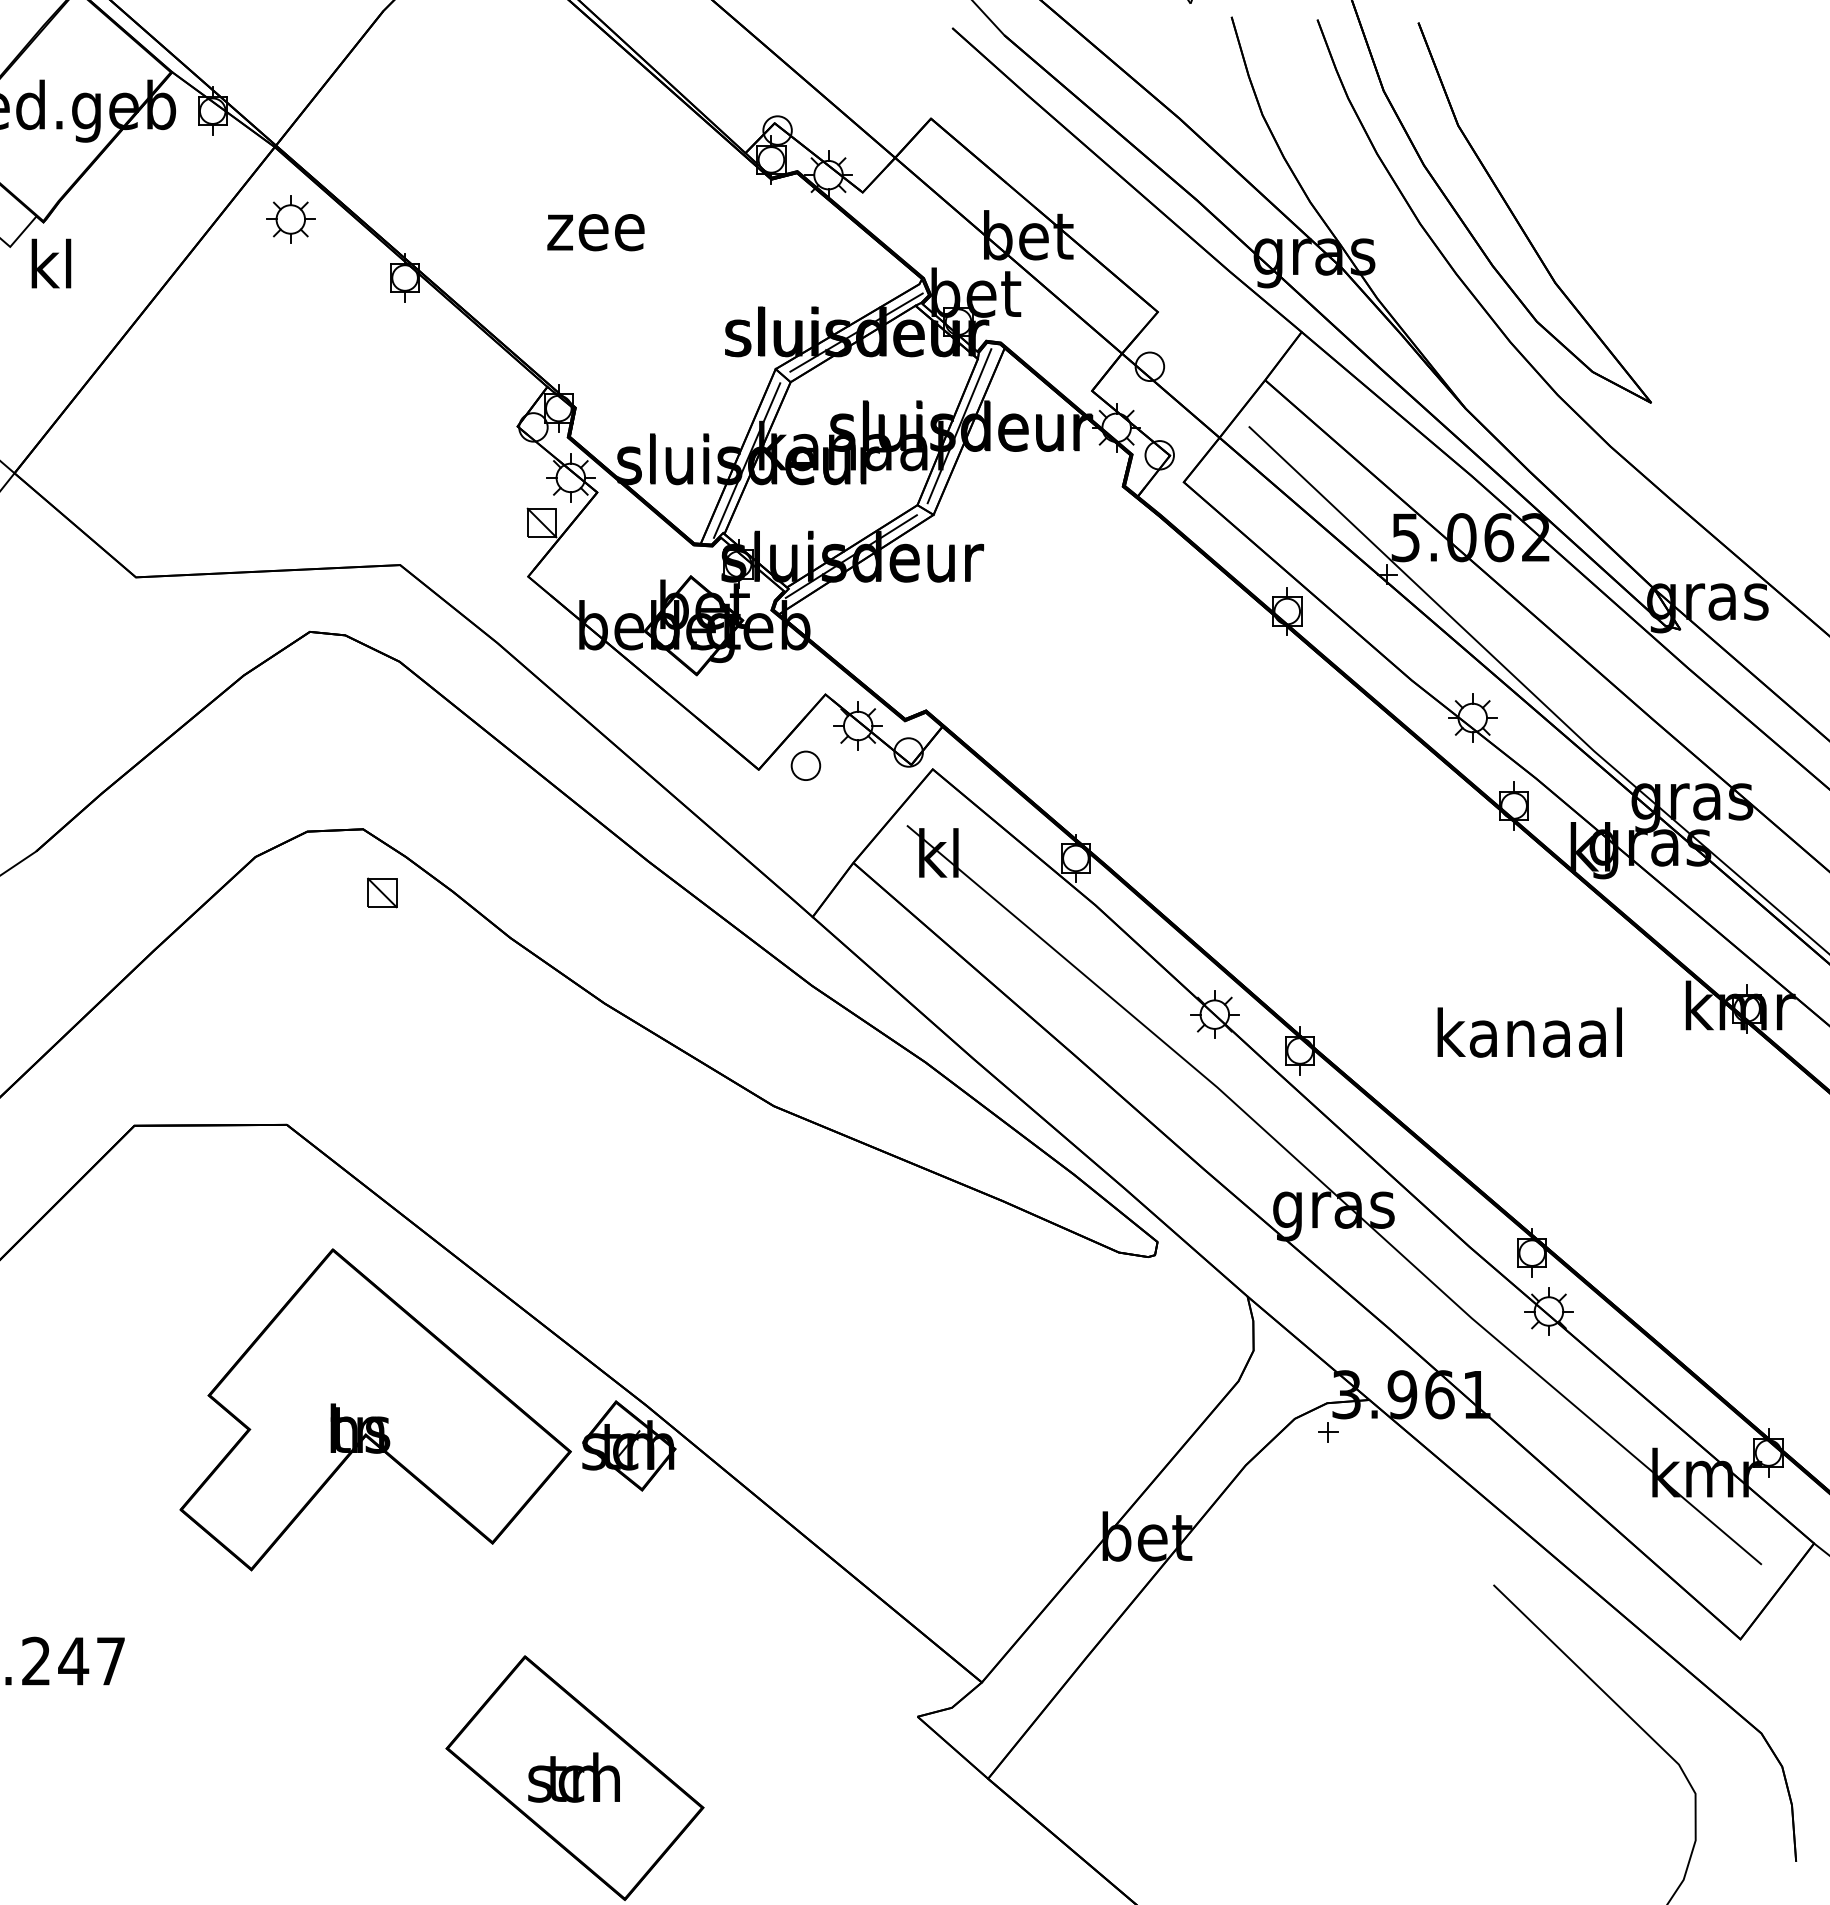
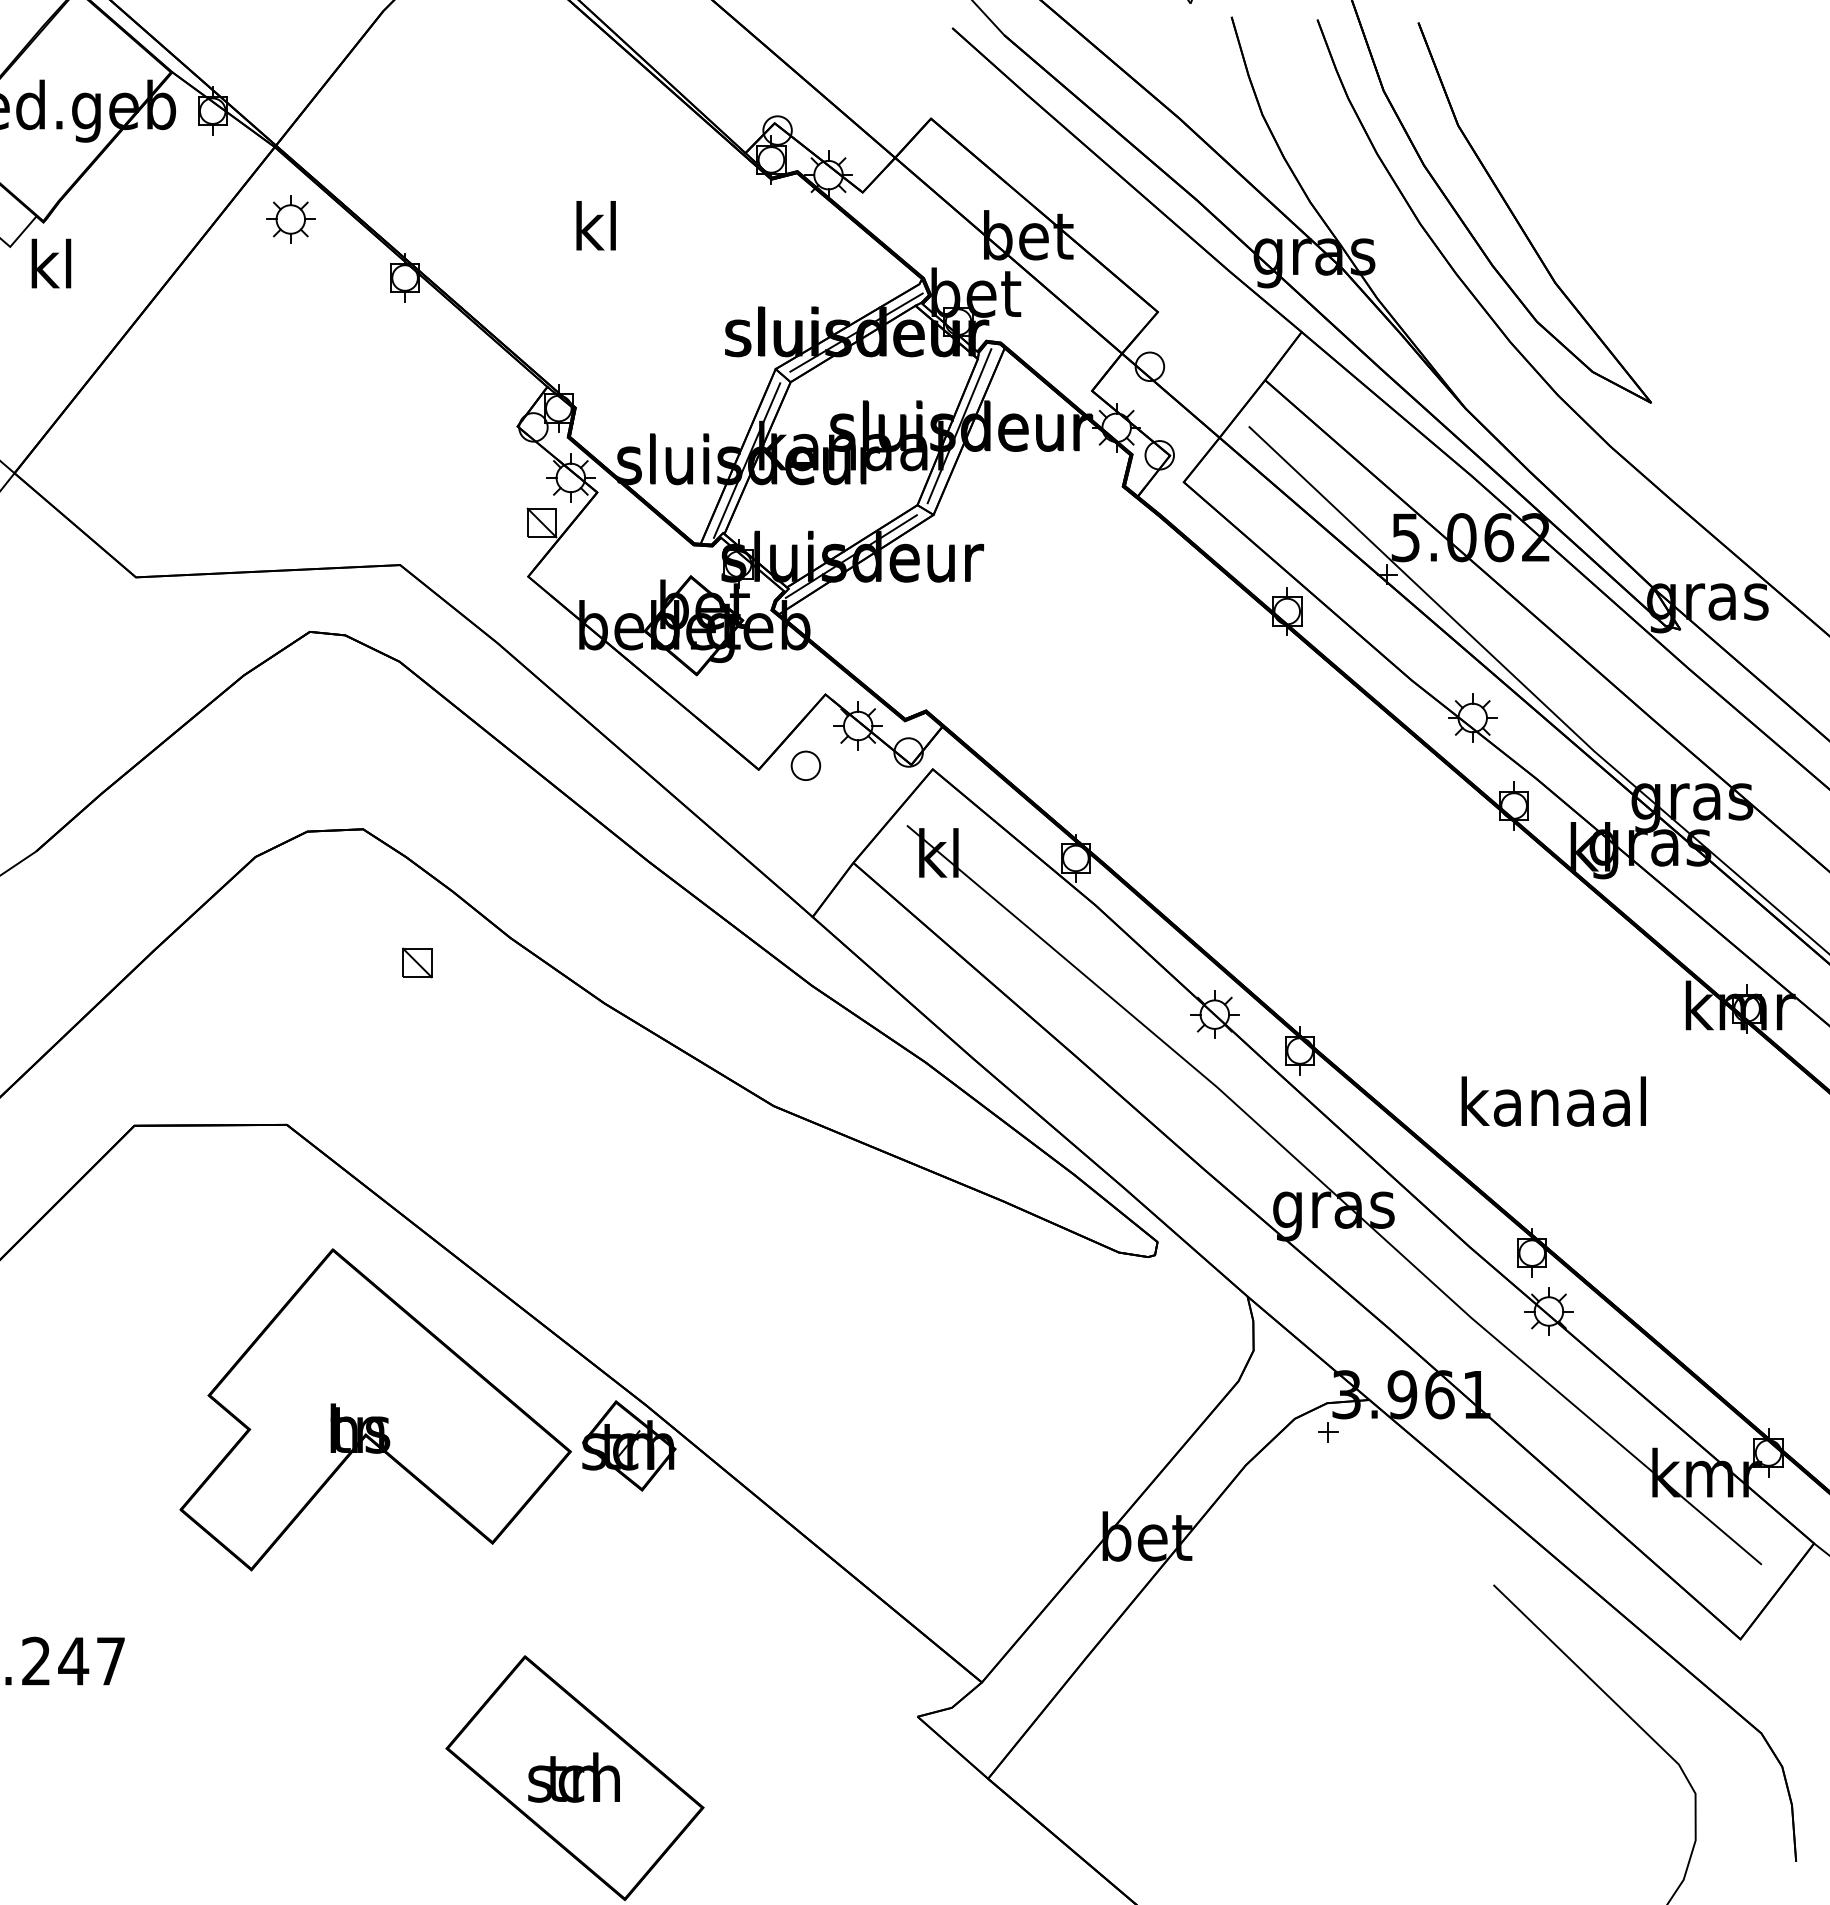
text at (595, 226): zee -> kl
part at (382, 892) position: (382, 892) -> (417, 962)
text at (1529, 1032) position: (1529, 1032) -> (1553, 1101)
